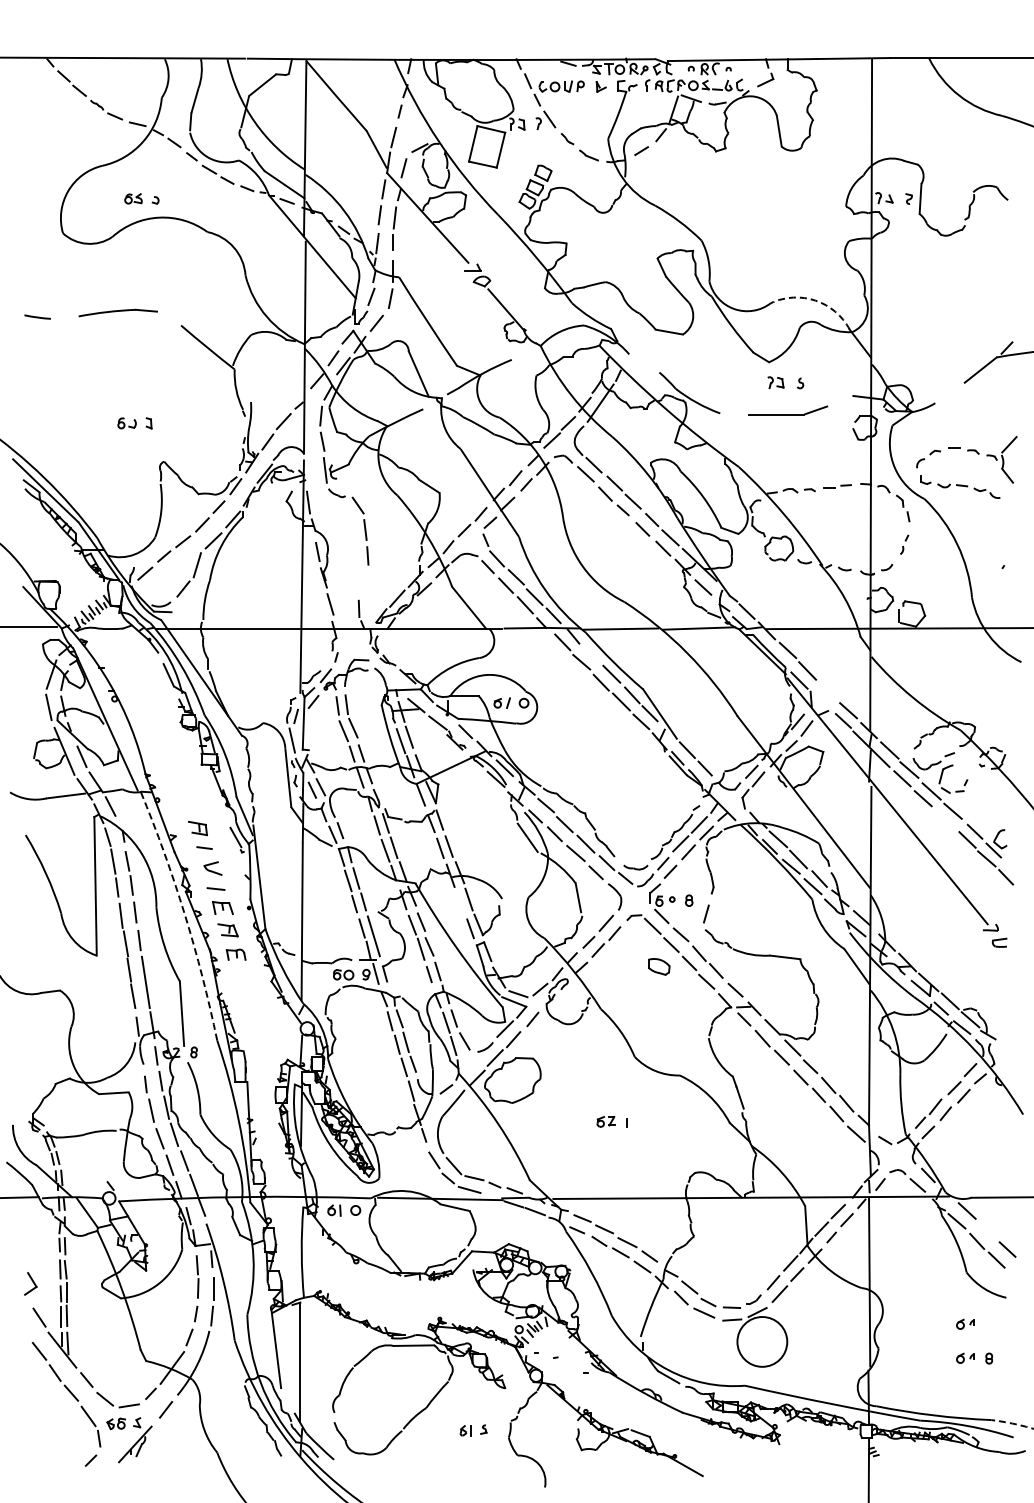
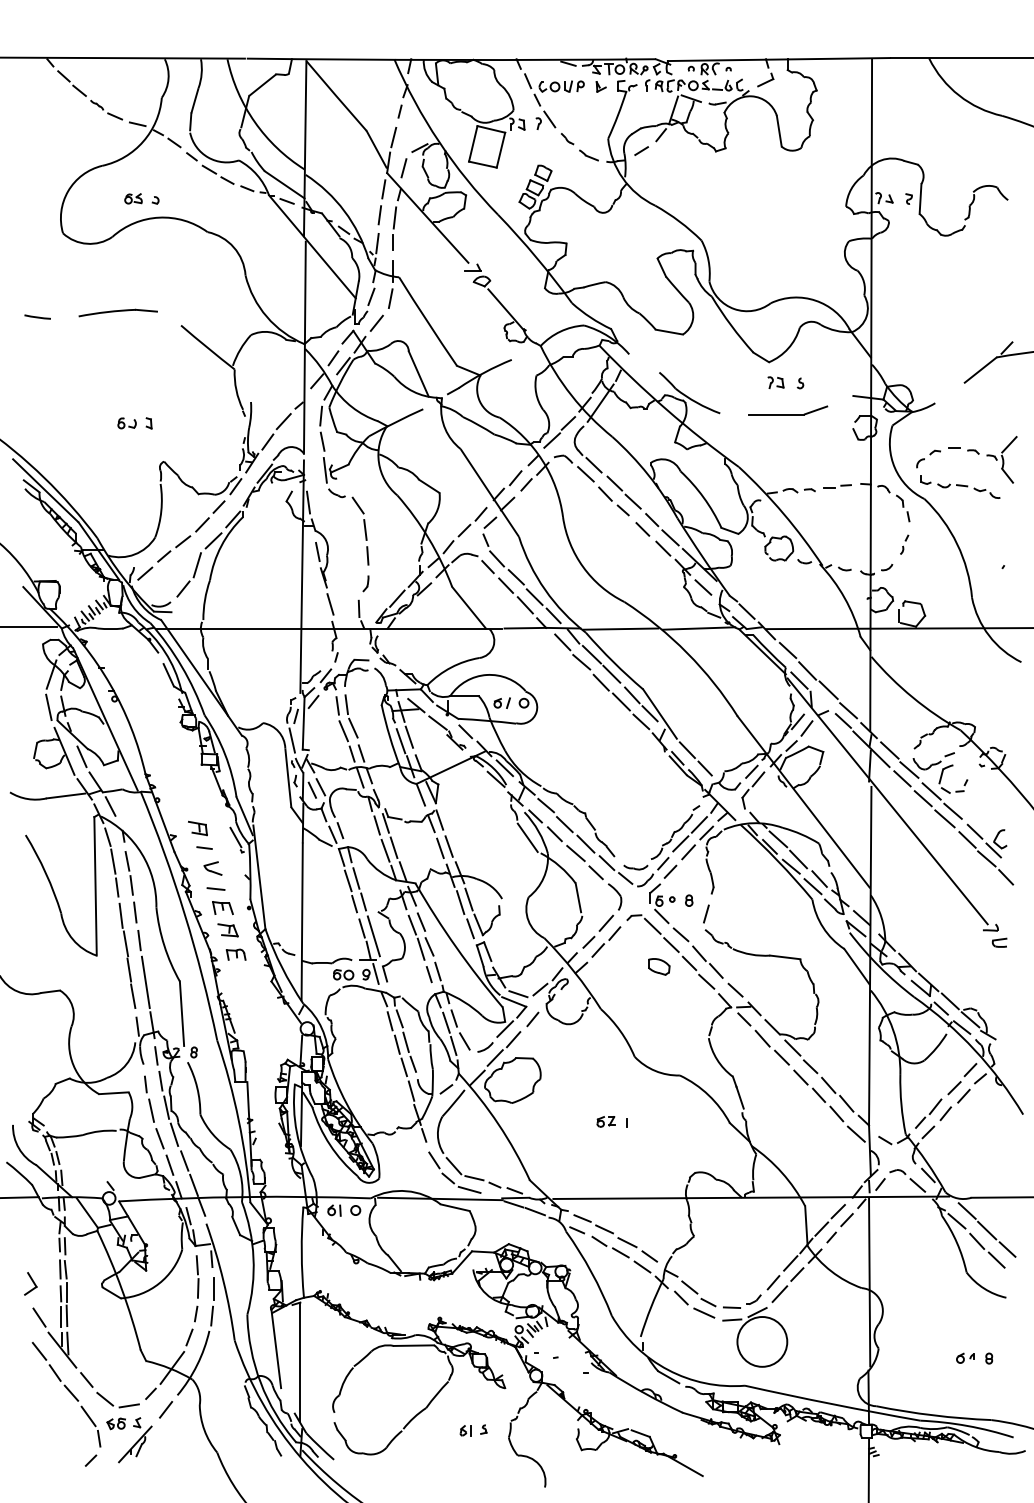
arc at (815, 300): dashed -> solid
part at (365, 583): none -> present
line at (591, 654): none -> present
line at (828, 689): none -> present
line at (944, 818): none -> present
line at (460, 902): none -> present
arc at (184, 914): dashed -> solid
line at (987, 1230): none -> present
part at (965, 1323): present -> none
arc at (1012, 1423): dashed -> solid
